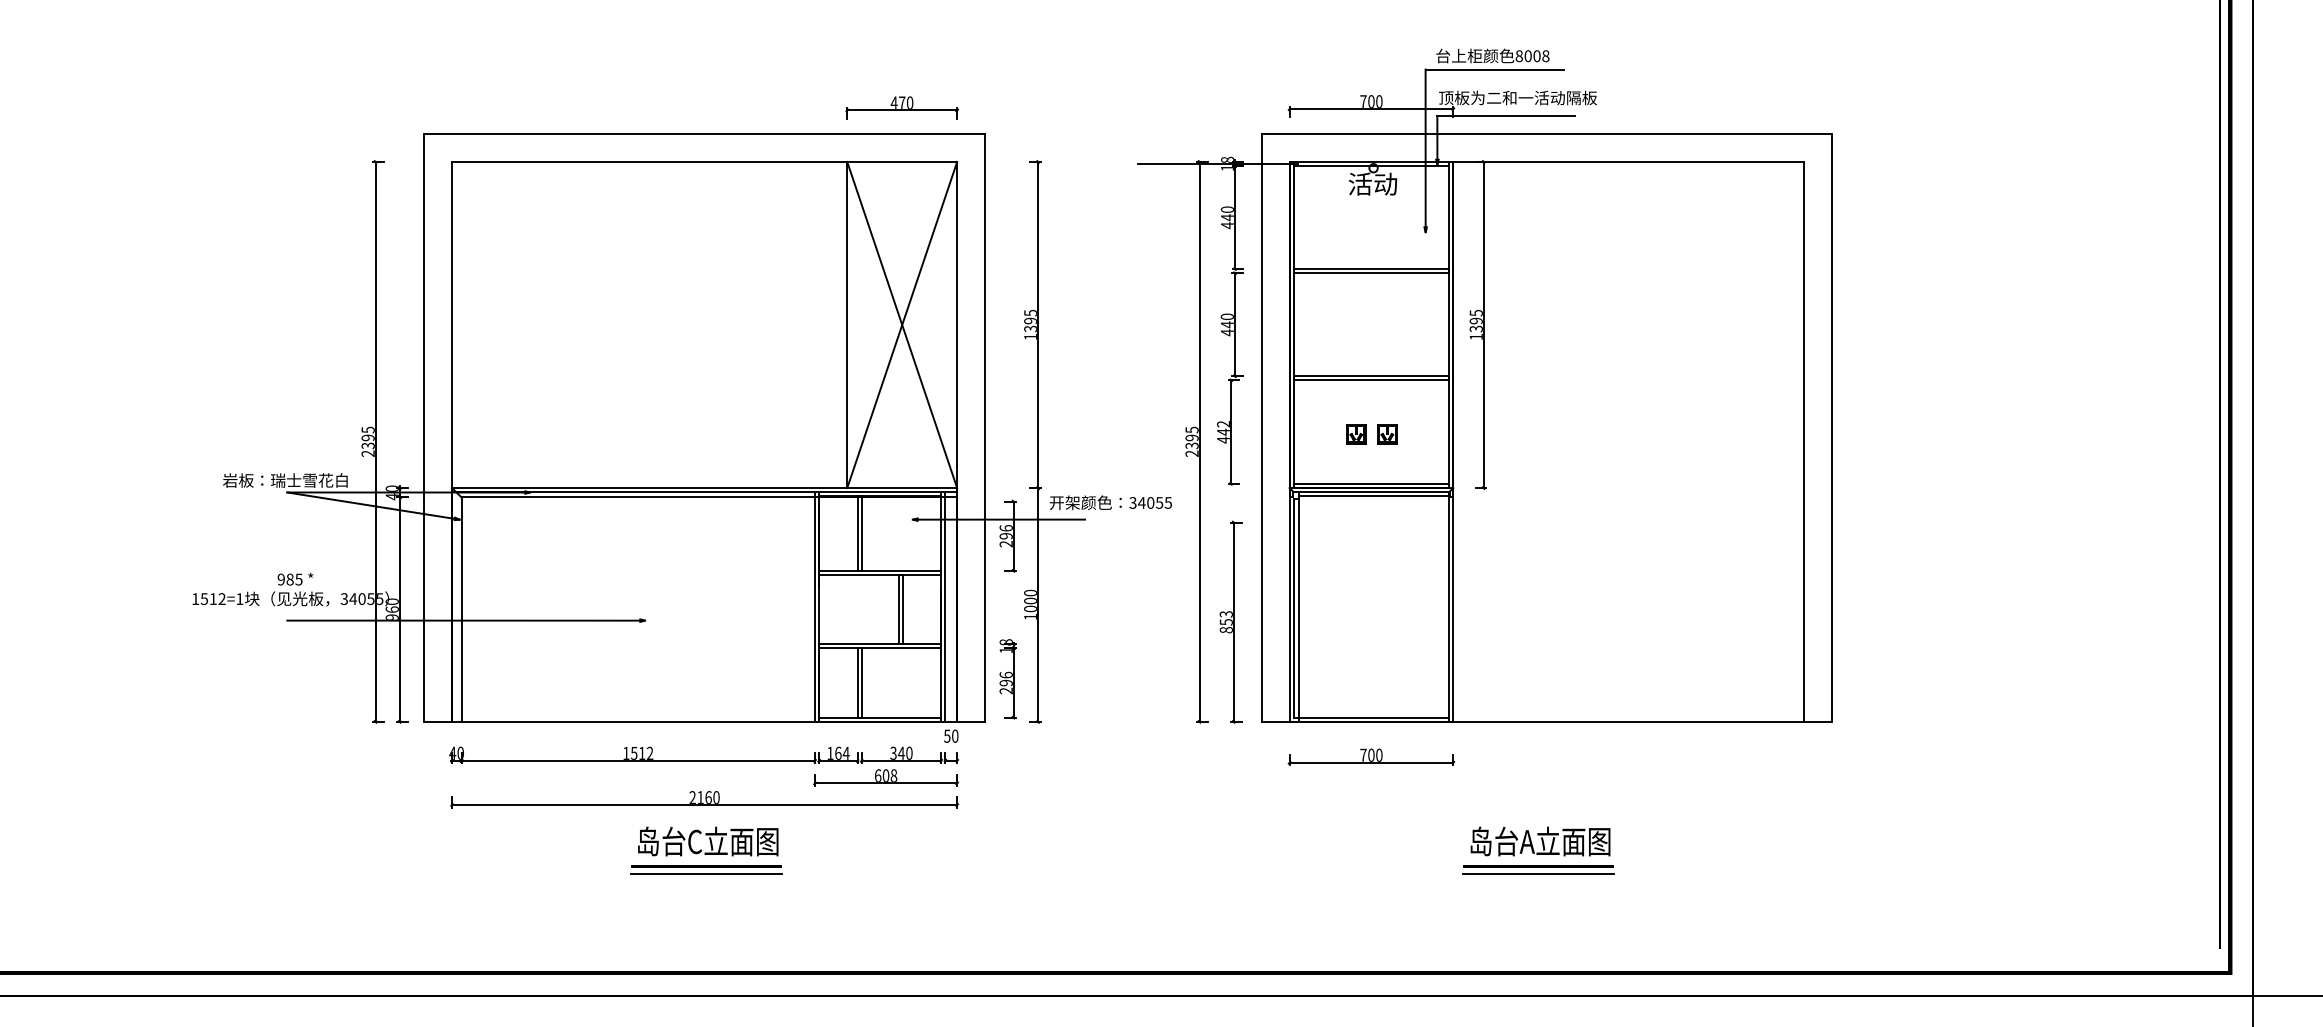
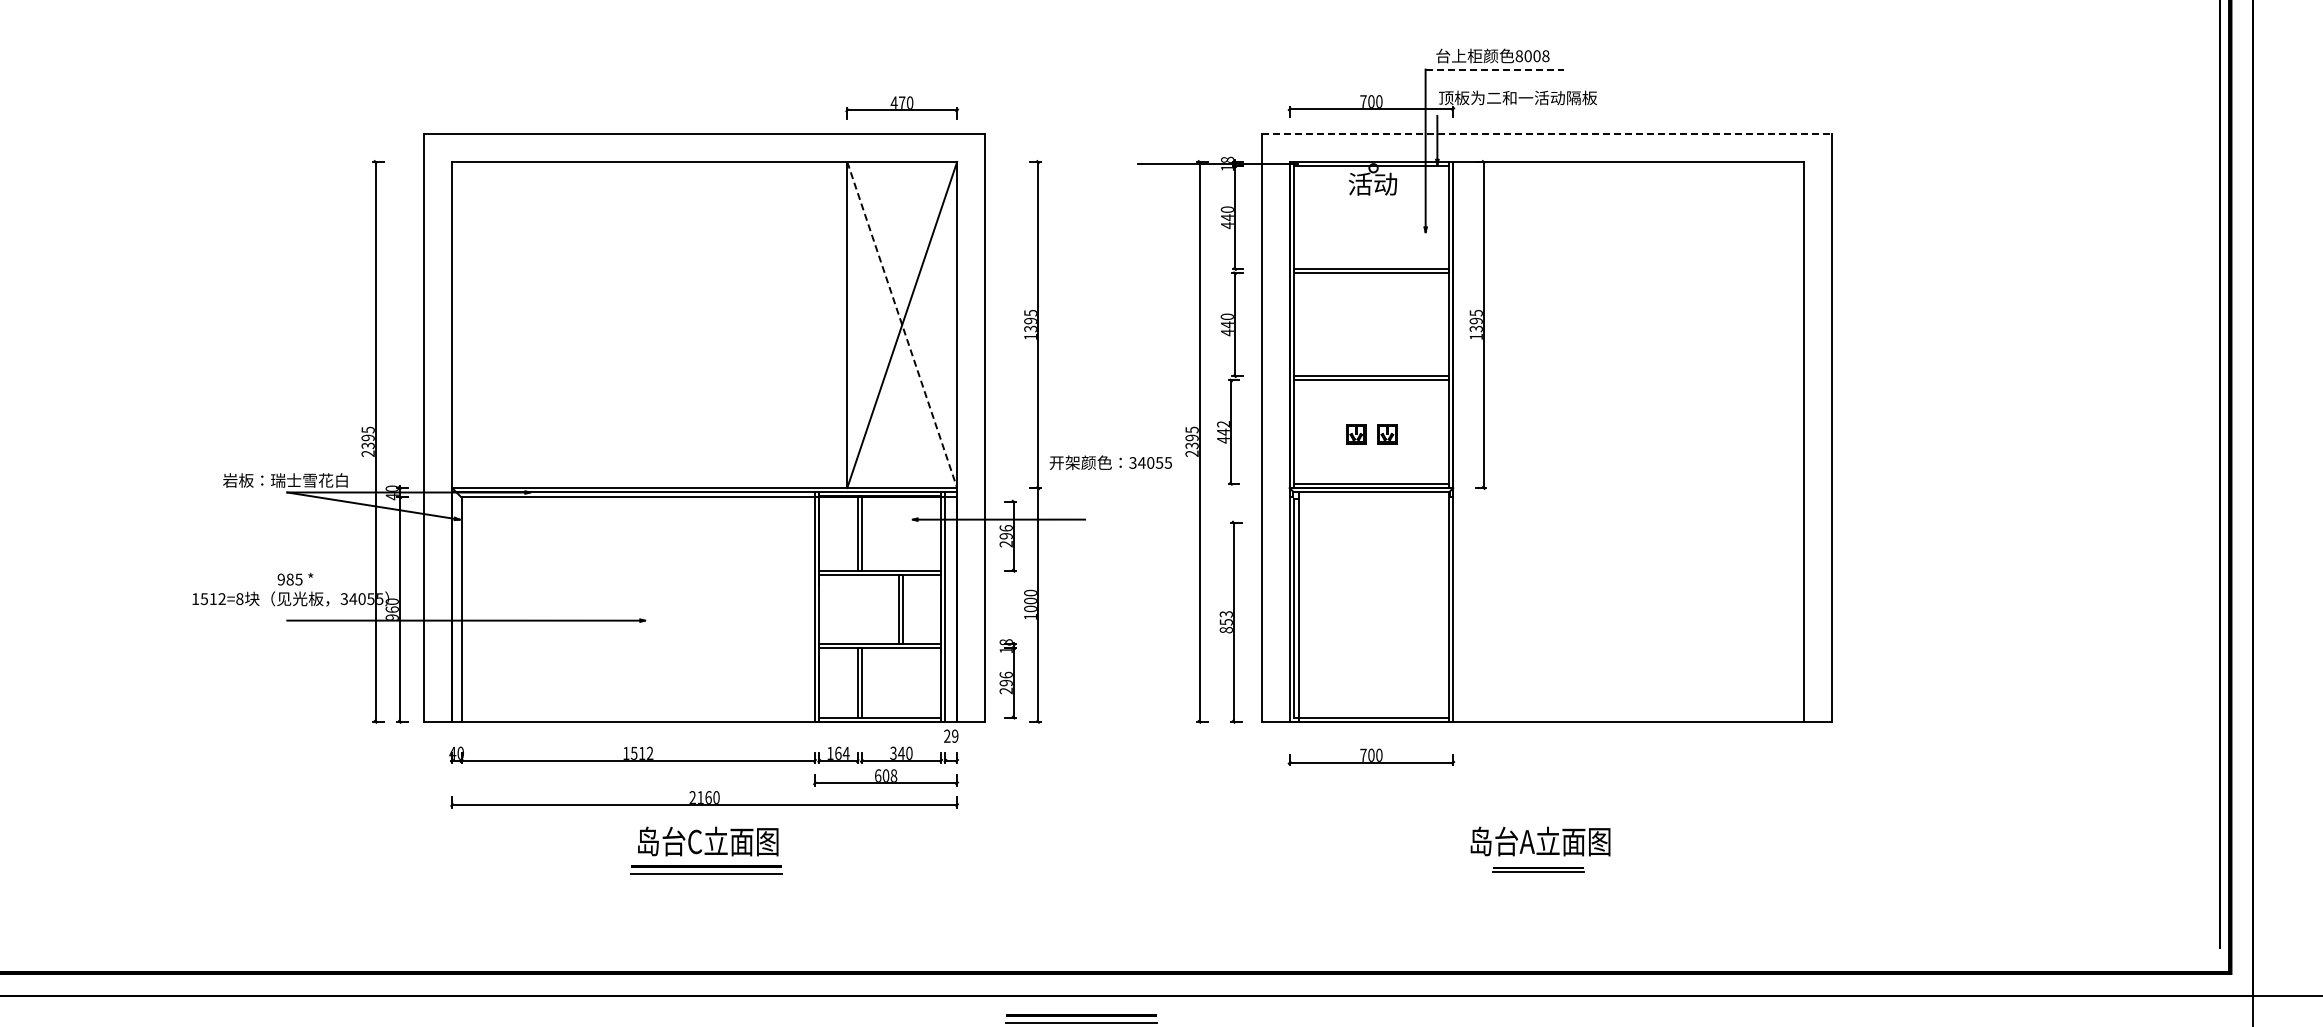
line at (1495, 69): solid -> dashed
line at (1506, 115): present -> none
line at (1547, 133): solid -> dashed
line at (902, 325): solid -> dashed
line at (1373, 495): present -> none
text at (1110, 502) position: (1110, 502) -> (1110, 462)
text at (239, 599): 1512=1 -> 1512=8
text at (951, 735): 50 -> 29
part at (1538, 869) size: 153x10 px -> 93x6 px
part at (1081, 1018): none -> present
